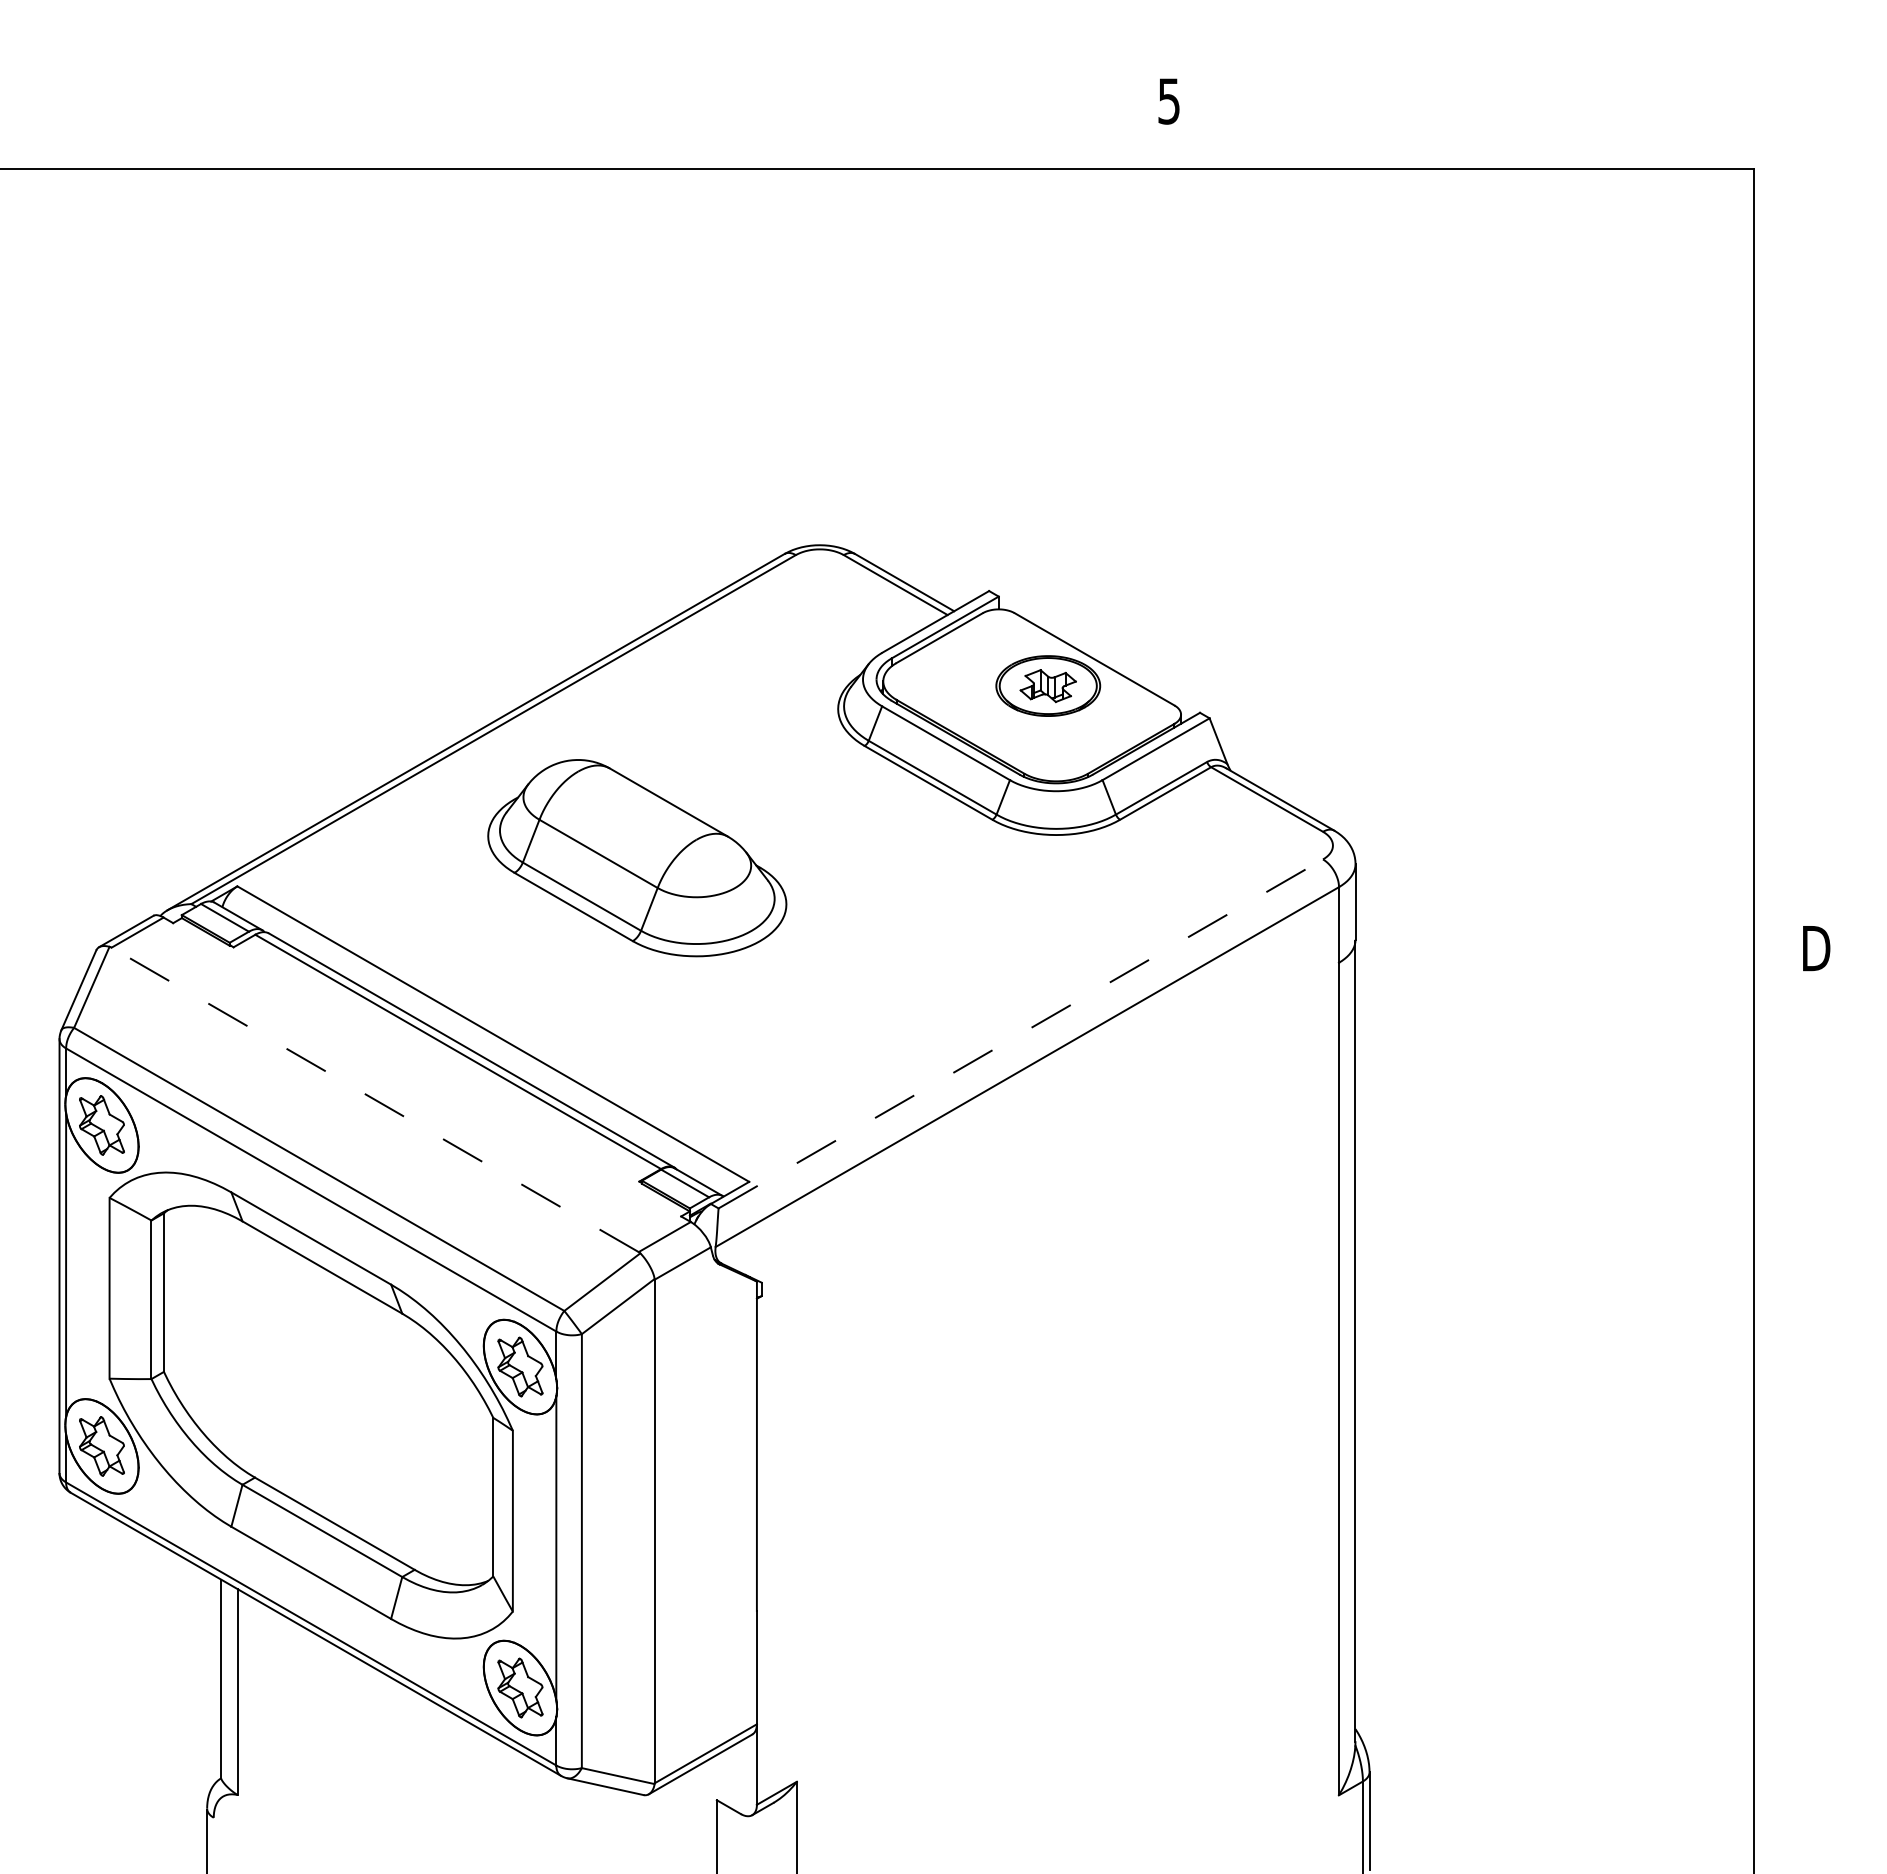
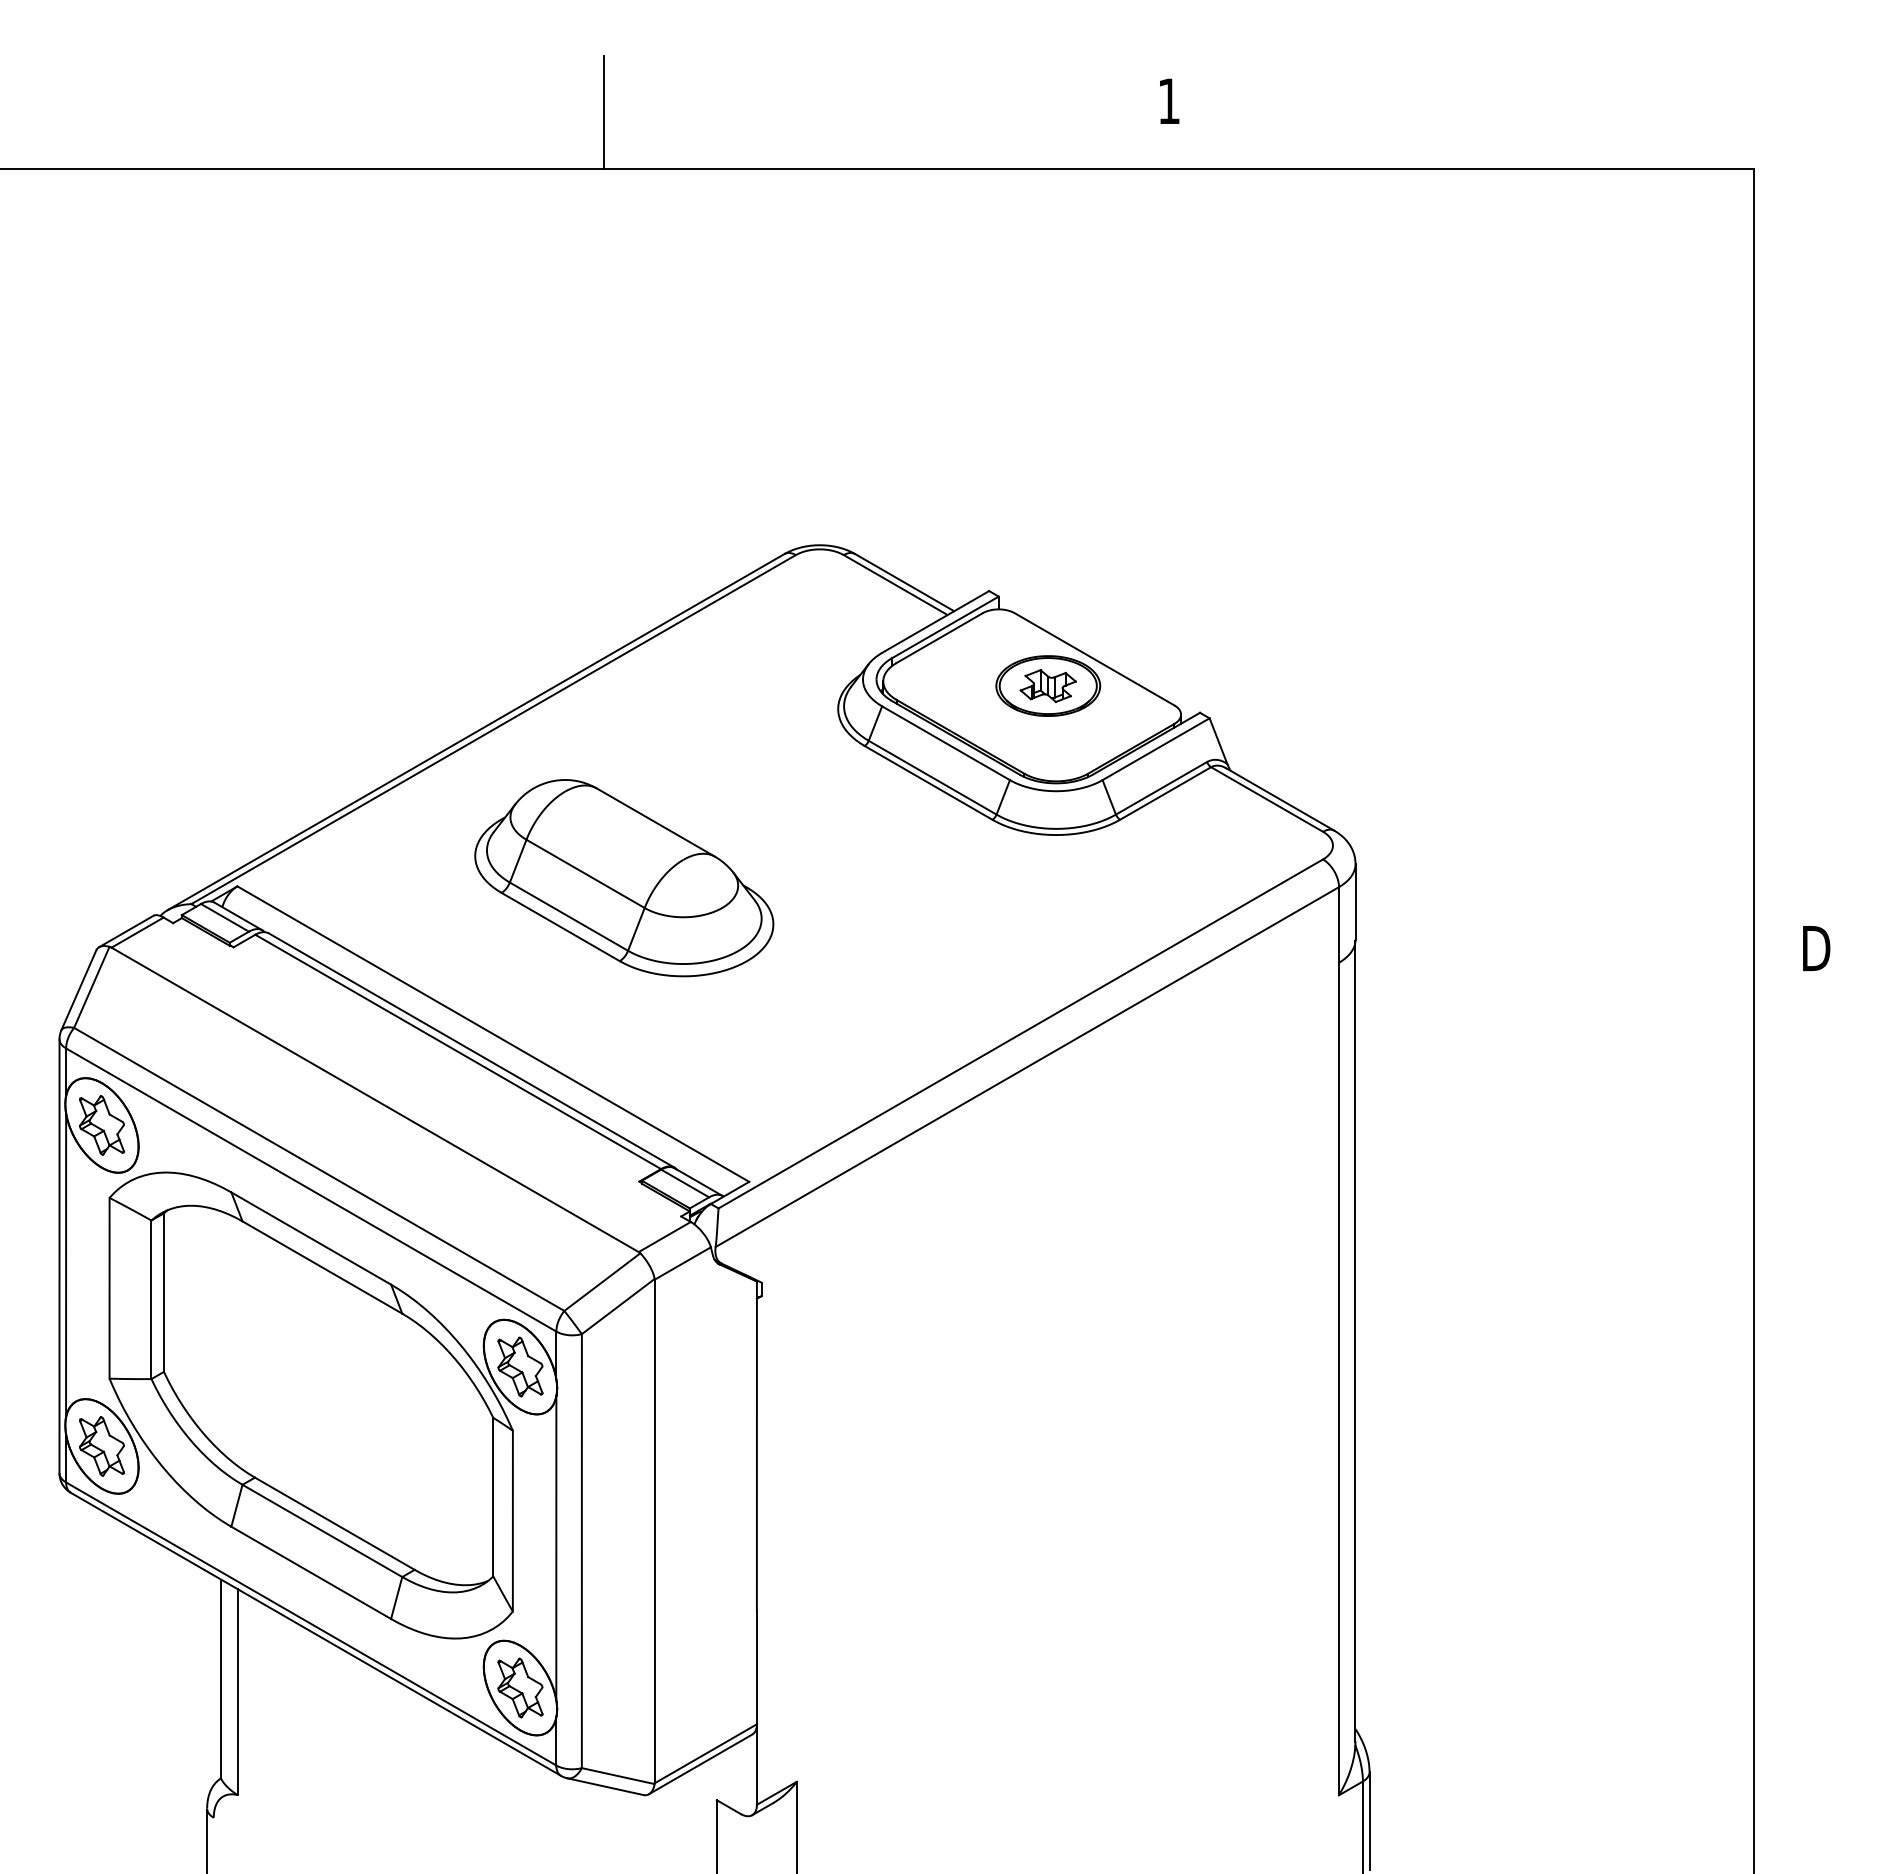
text at (1168, 101): 5 -> 1
line at (604, 112): none -> present
part at (637, 858) position: (637, 858) -> (624, 878)
line at (1020, 1033): dashed -> solid
line at (374, 1099): dashed -> solid
